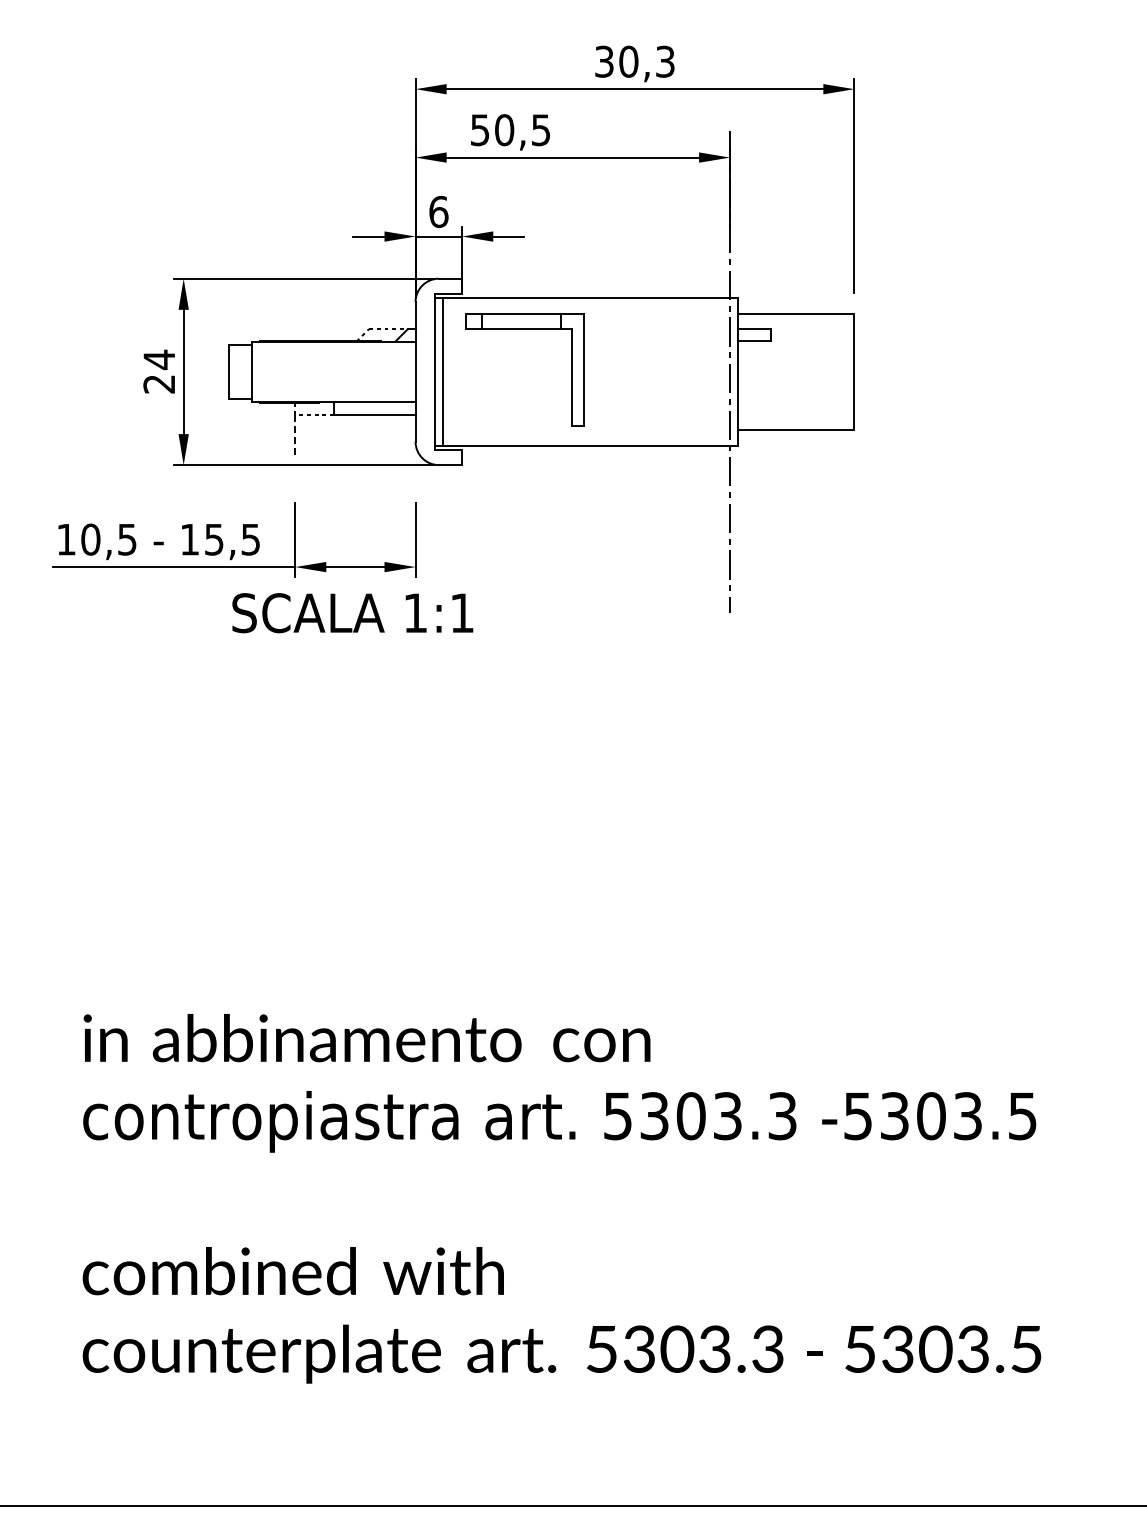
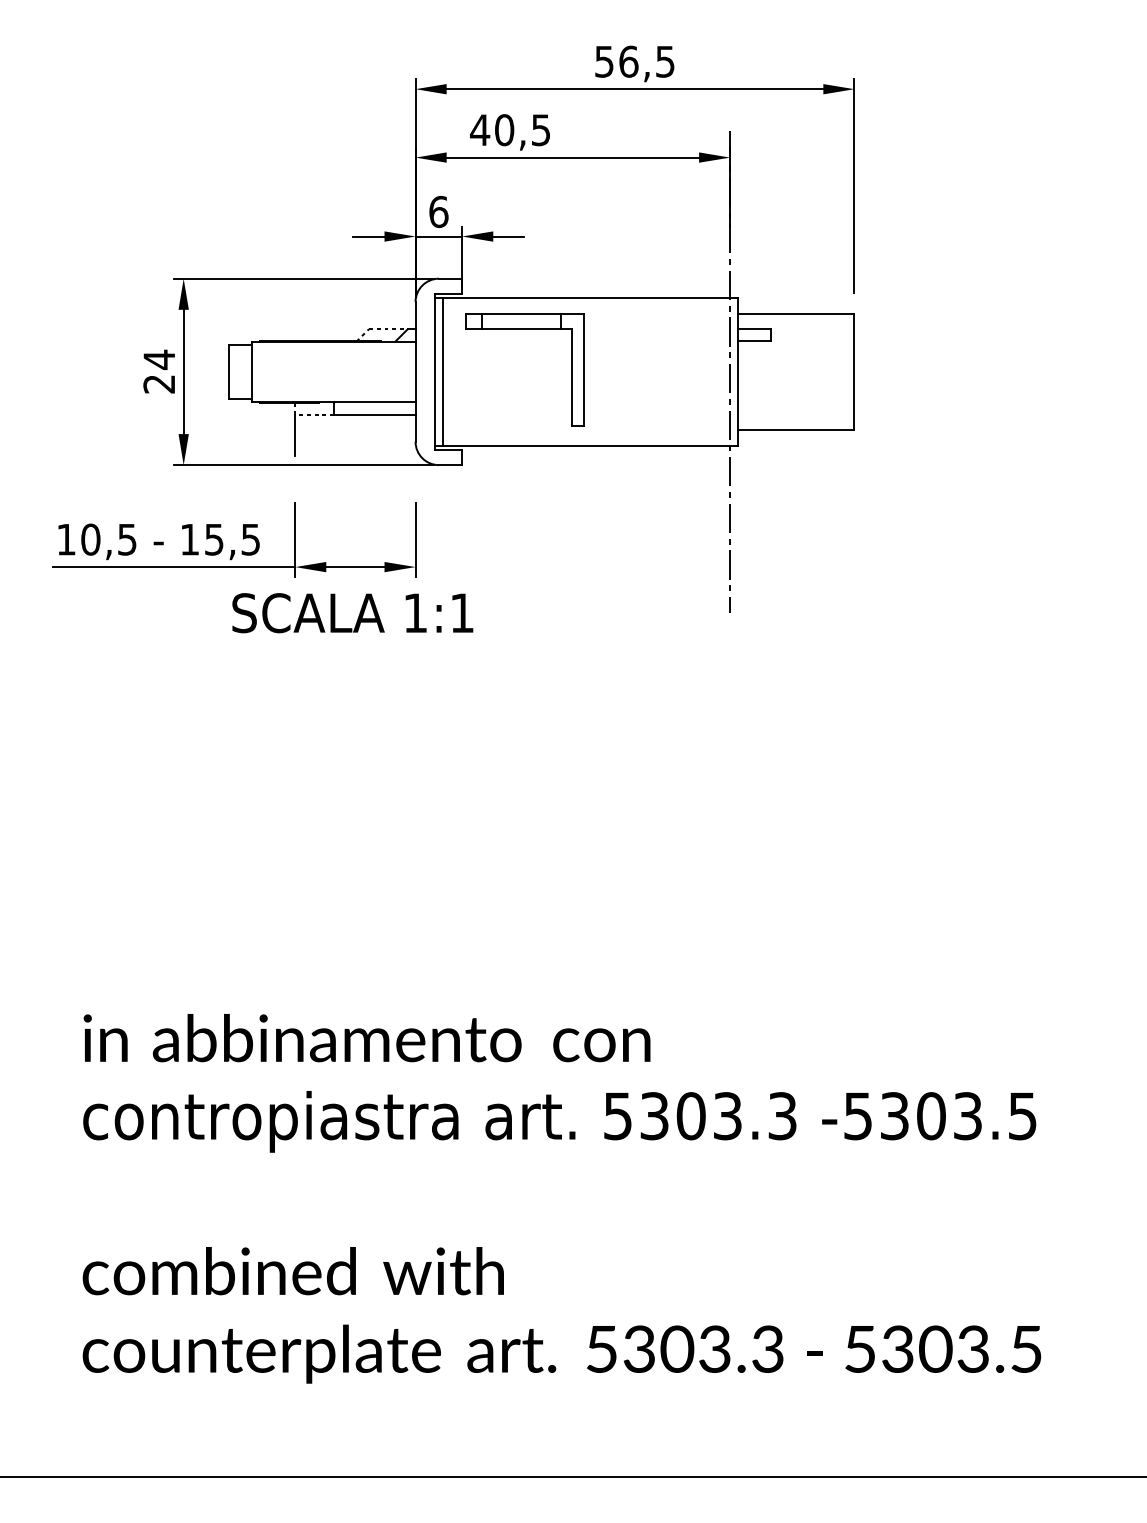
text at (634, 61): 30,3 -> 56,5
text at (480, 130): 50,5 -> 40,5
line at (295, 435): dashed -> solid
line at (572, 1506) position: (572, 1506) -> (572, 1477)
